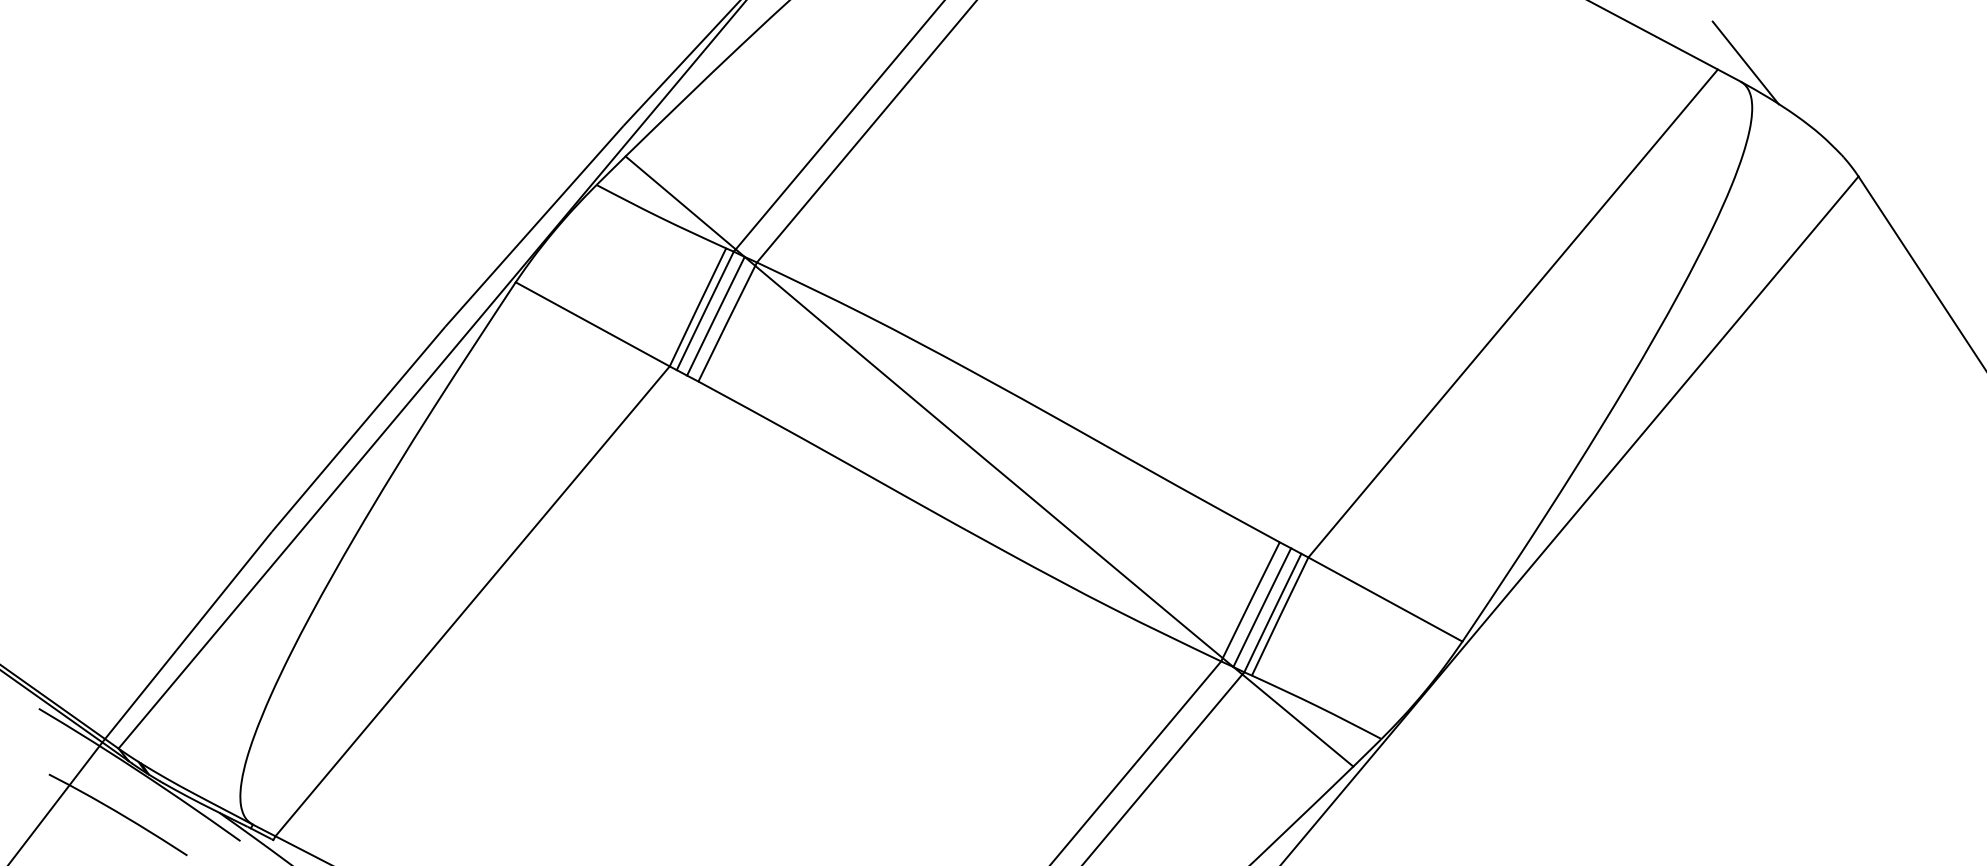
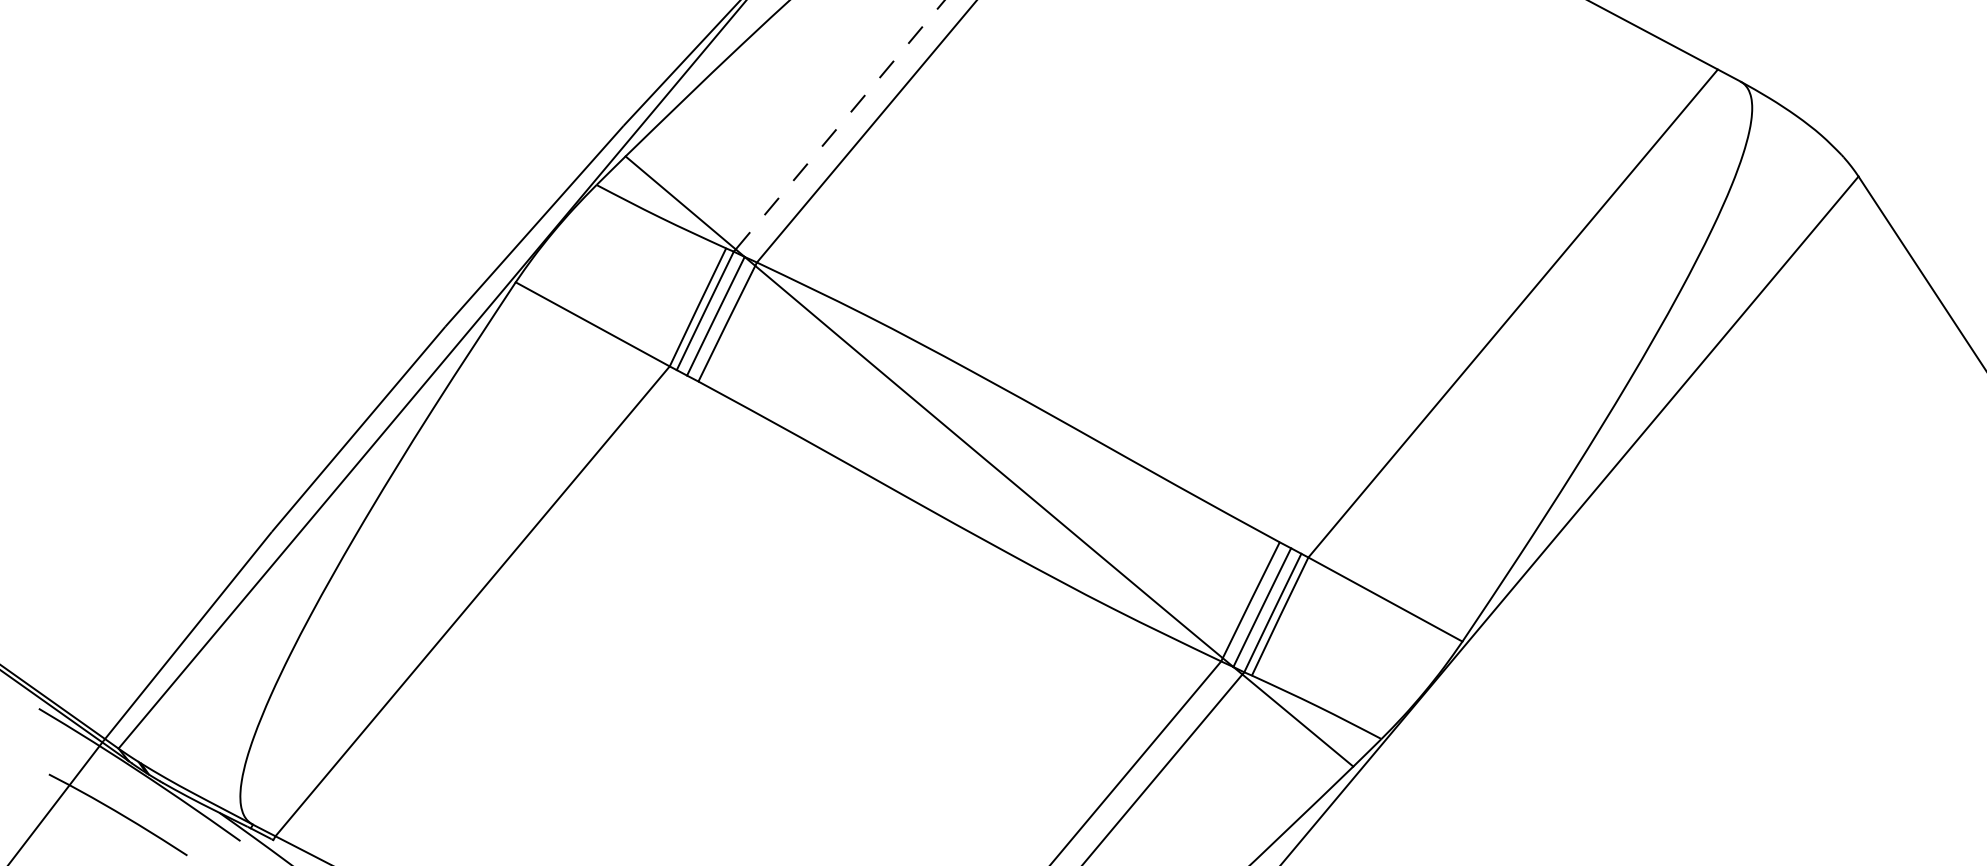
line at (1745, 62): present -> none
line at (840, 124): solid -> dashed
